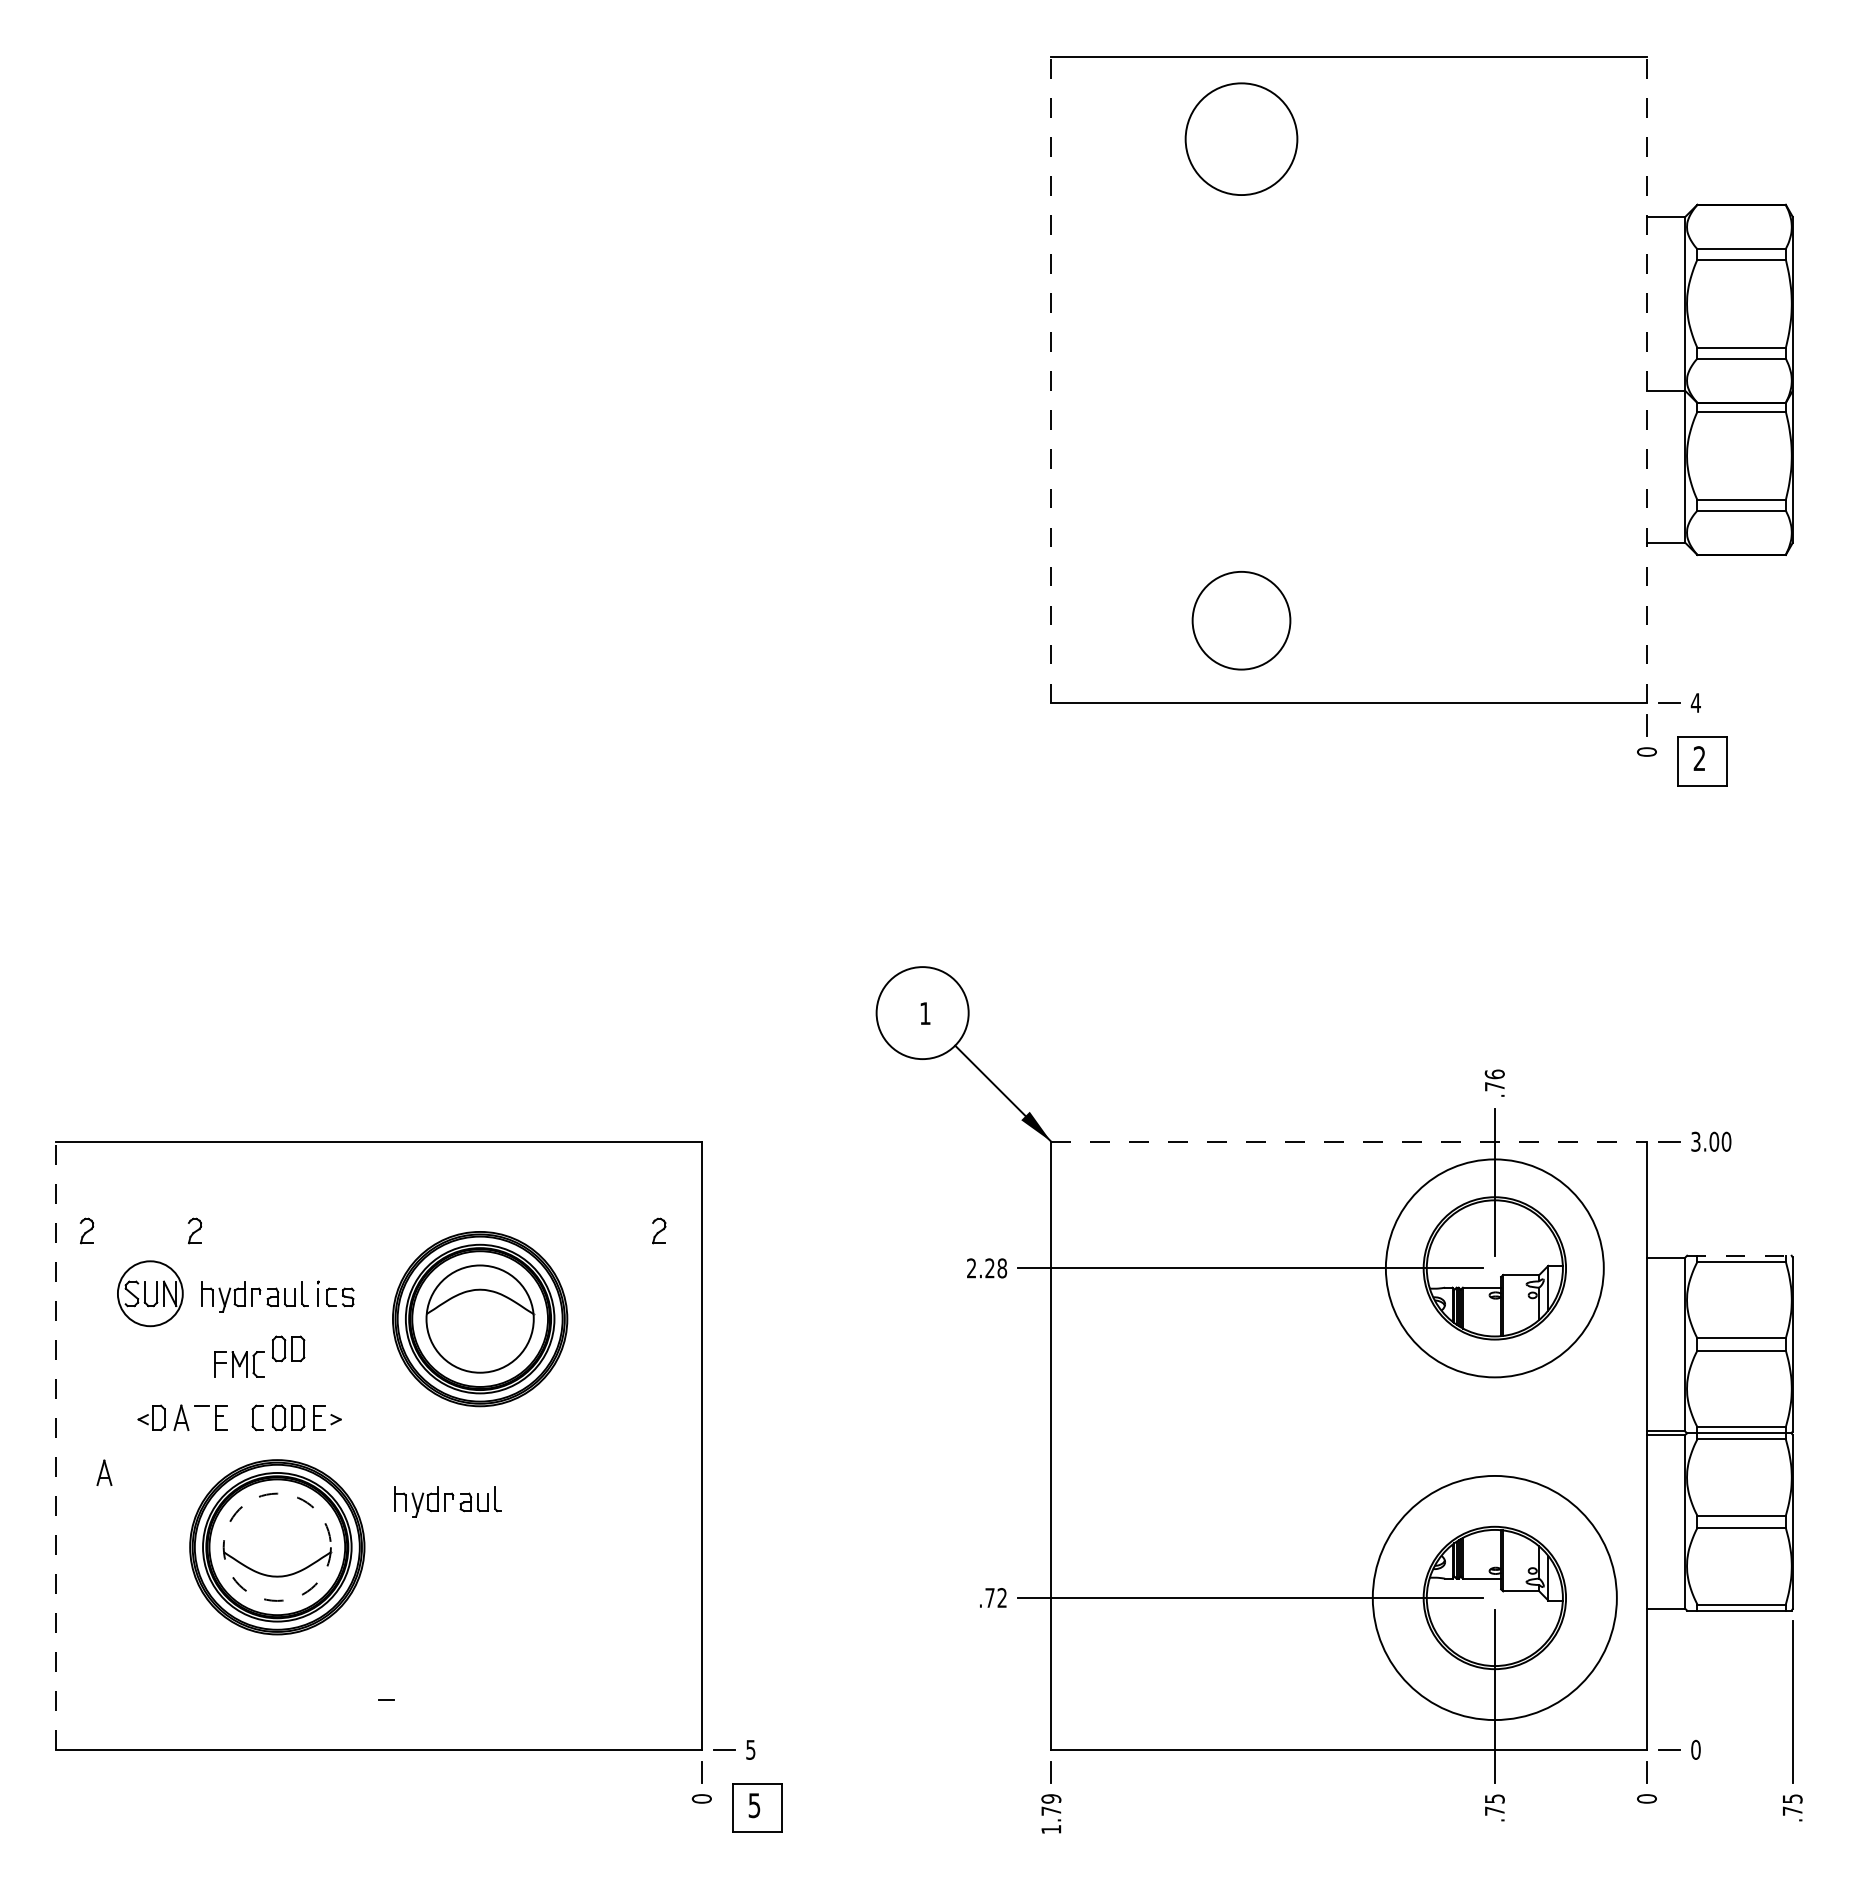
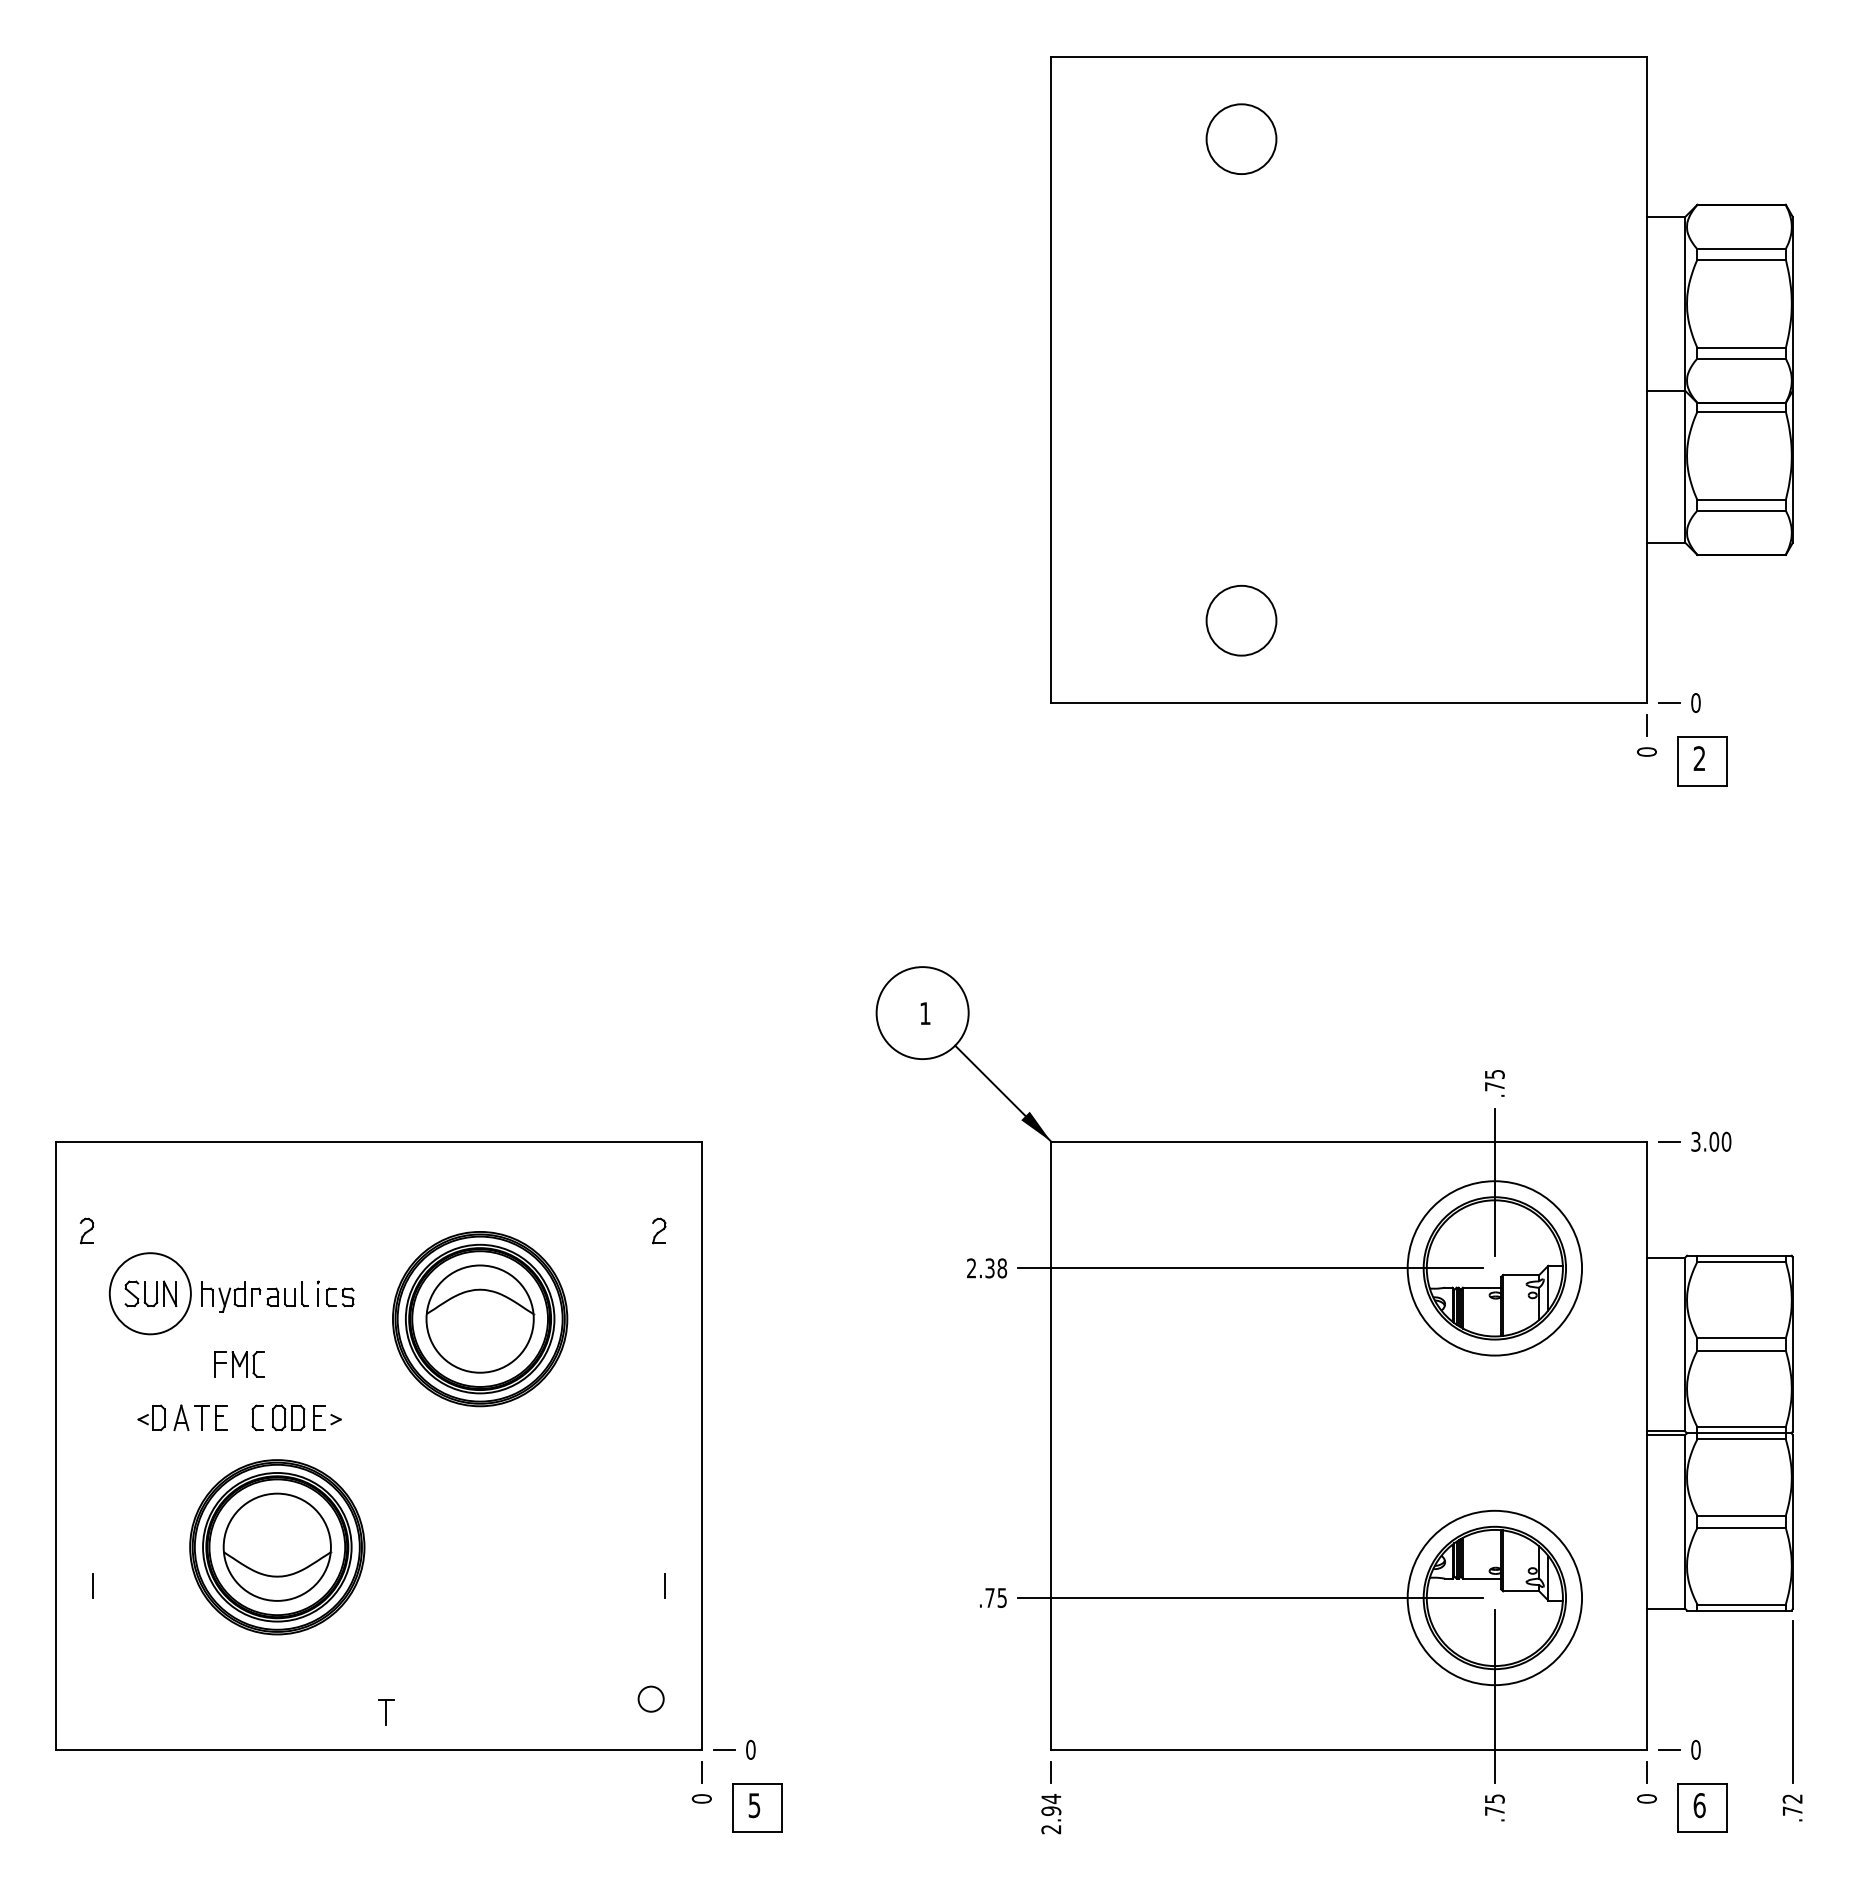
circle at (1241, 139) diameter: 112 px -> 70 px
line at (1051, 379): dashed -> solid
line at (1646, 379): dashed -> solid
circle at (1241, 620) diameter: 98 px -> 70 px
text at (1695, 702): 4 -> 0
text at (1494, 1074): .76 -> .75
line at (1349, 1141): dashed -> solid
part at (195, 1230): present -> none
line at (1739, 1255): dashed -> solid
text at (989, 1268): 2.28 -> 2.38
circle at (1494, 1268) diameter: 218 px -> 174 px
circle at (149, 1293) diameter: 65 px -> 81 px
part at (288, 1348): present -> none
line at (202, 1417): none -> present
line at (55, 1445): dashed -> solid
part at (104, 1472): present -> none
part at (447, 1501): present -> none
circle at (276, 1546): dashed -> solid
line at (93, 1585): none -> present
line at (665, 1585): none -> present
circle at (1494, 1597) diameter: 244 px -> 174 px
text at (1001, 1598): .72 -> .75
circle at (650, 1698): none -> present
line at (386, 1712): none -> present
text at (750, 1749): 5 -> 0
text at (1792, 1798): .75 -> .72
part at (1702, 1807): none -> present
text at (1051, 1813): 1.79 -> 2.94
